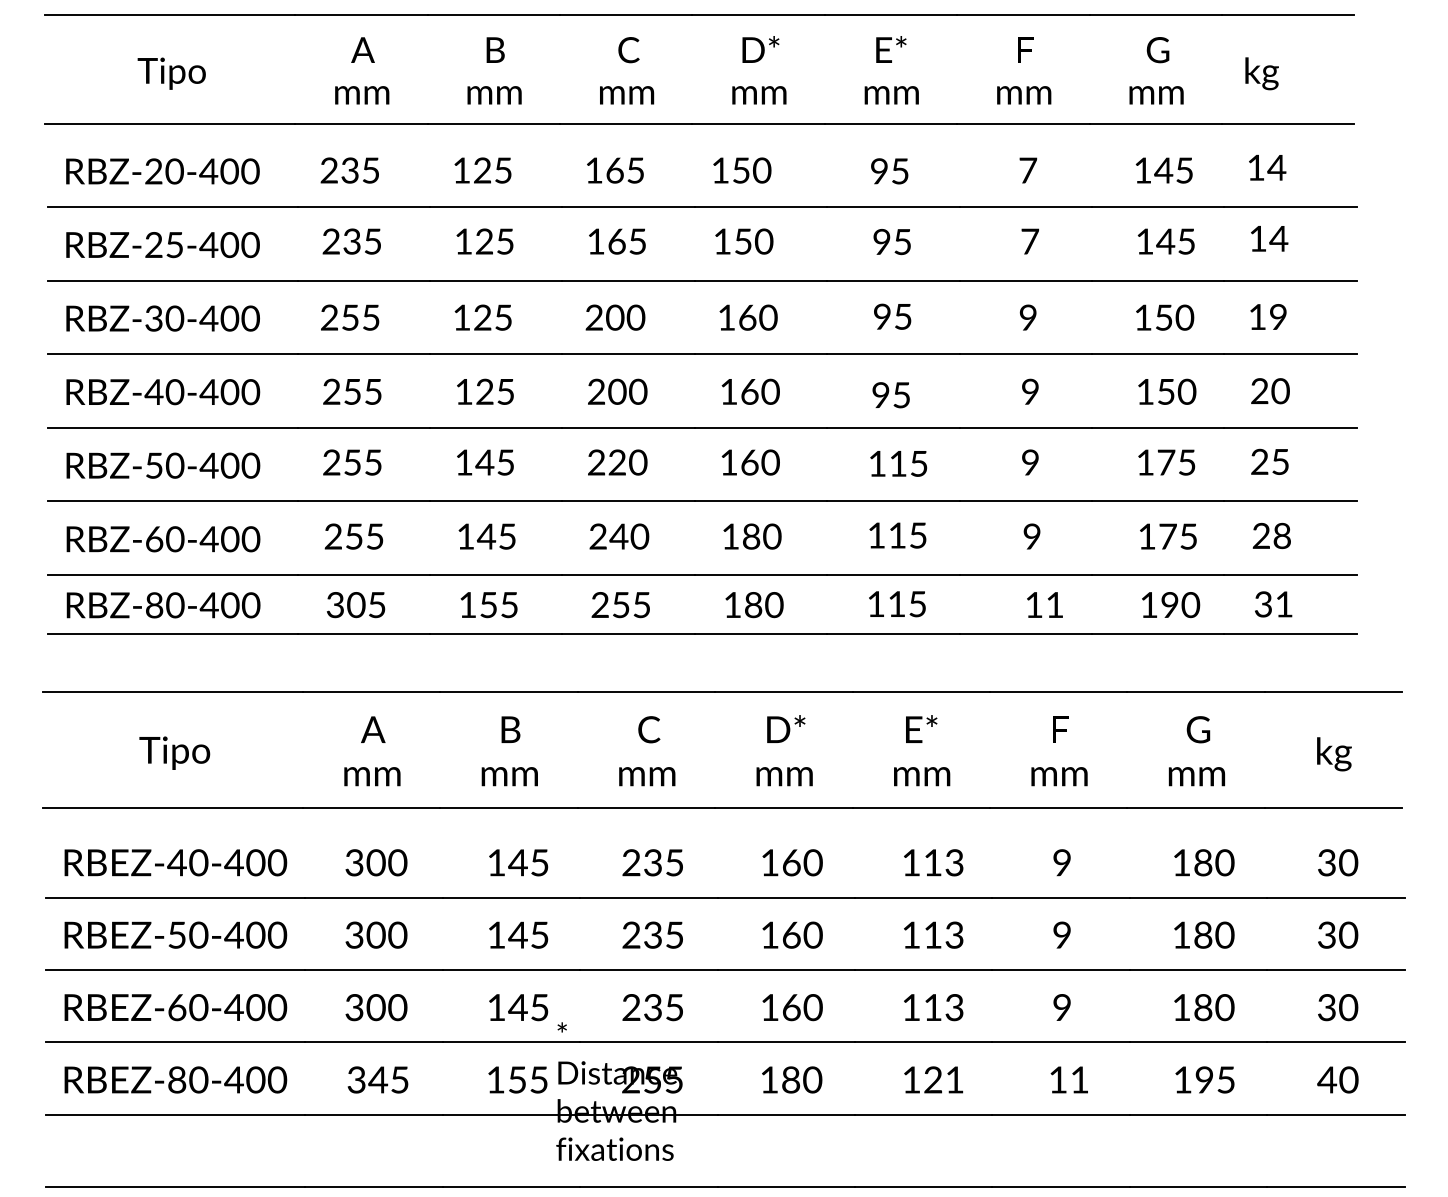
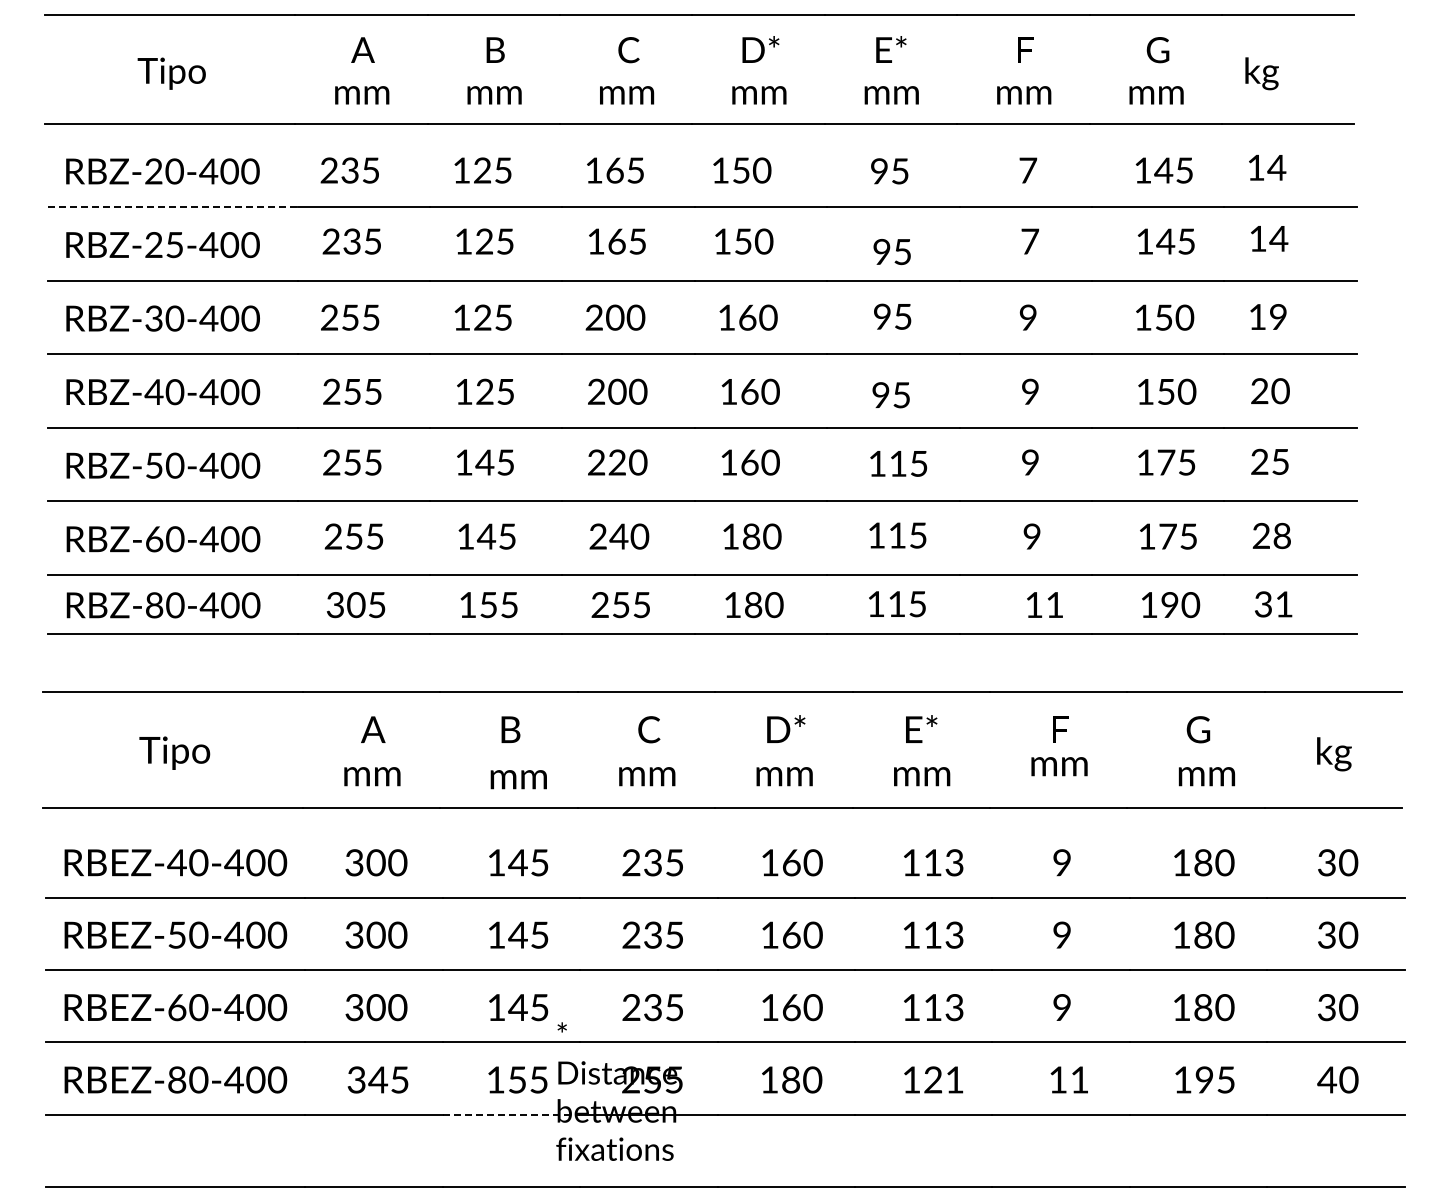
line at (173, 207): solid -> dashed
text at (891, 242) position: (891, 242) -> (891, 252)
text at (509, 776) position: (509, 776) -> (518, 779)
text at (1059, 776) position: (1059, 776) -> (1059, 766)
text at (1196, 776) position: (1196, 776) -> (1206, 776)
line at (511, 1114): solid -> dashed
